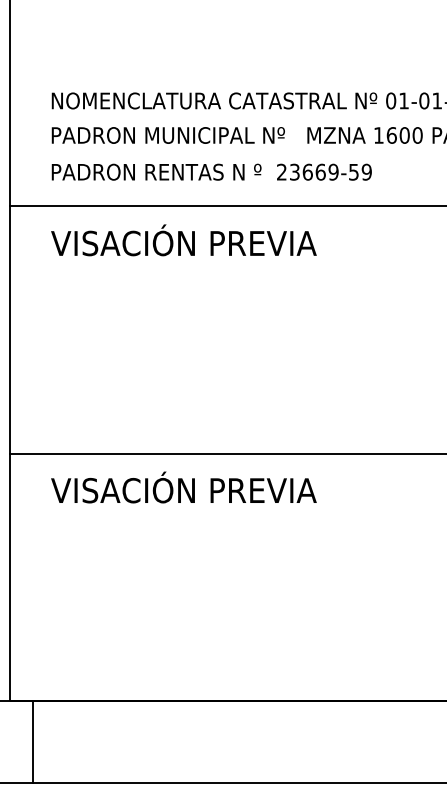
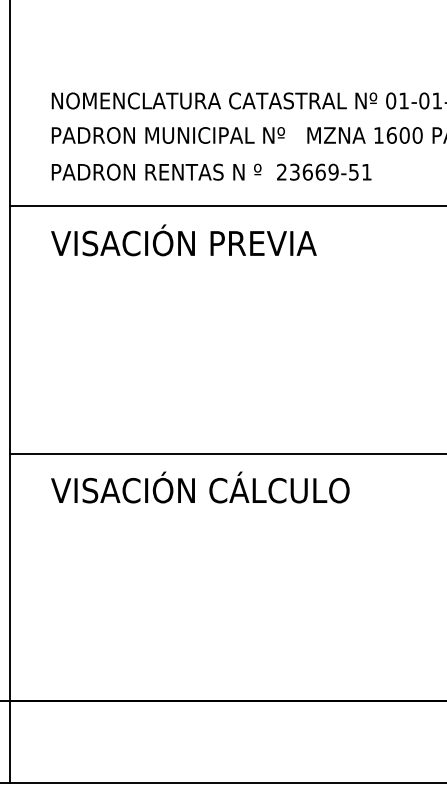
text at (366, 171): 23669-59 -> 23669-51
text at (279, 487): VISACIÓN PREVIA -> VISACIÓN CÁLCULO
line at (32, 741) position: (32, 741) -> (9, 741)
